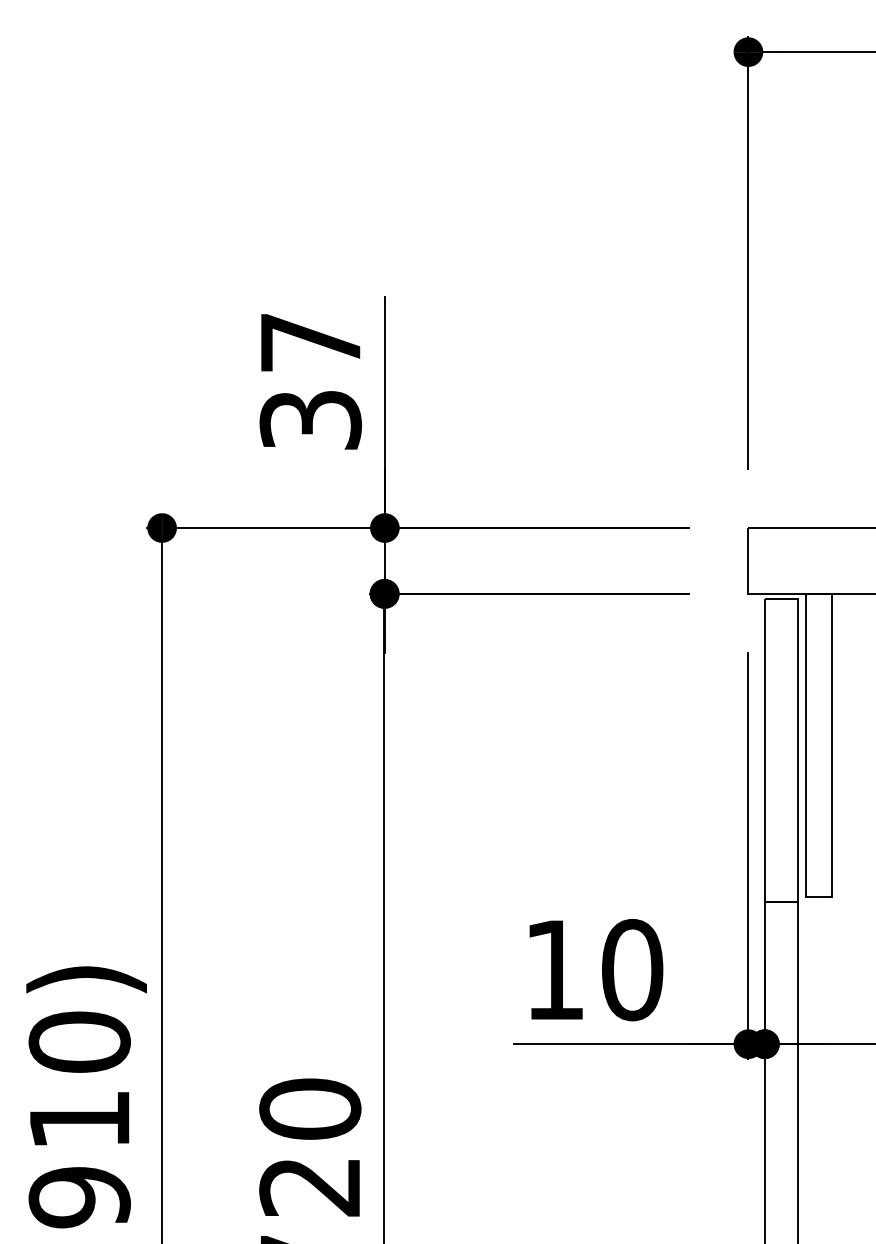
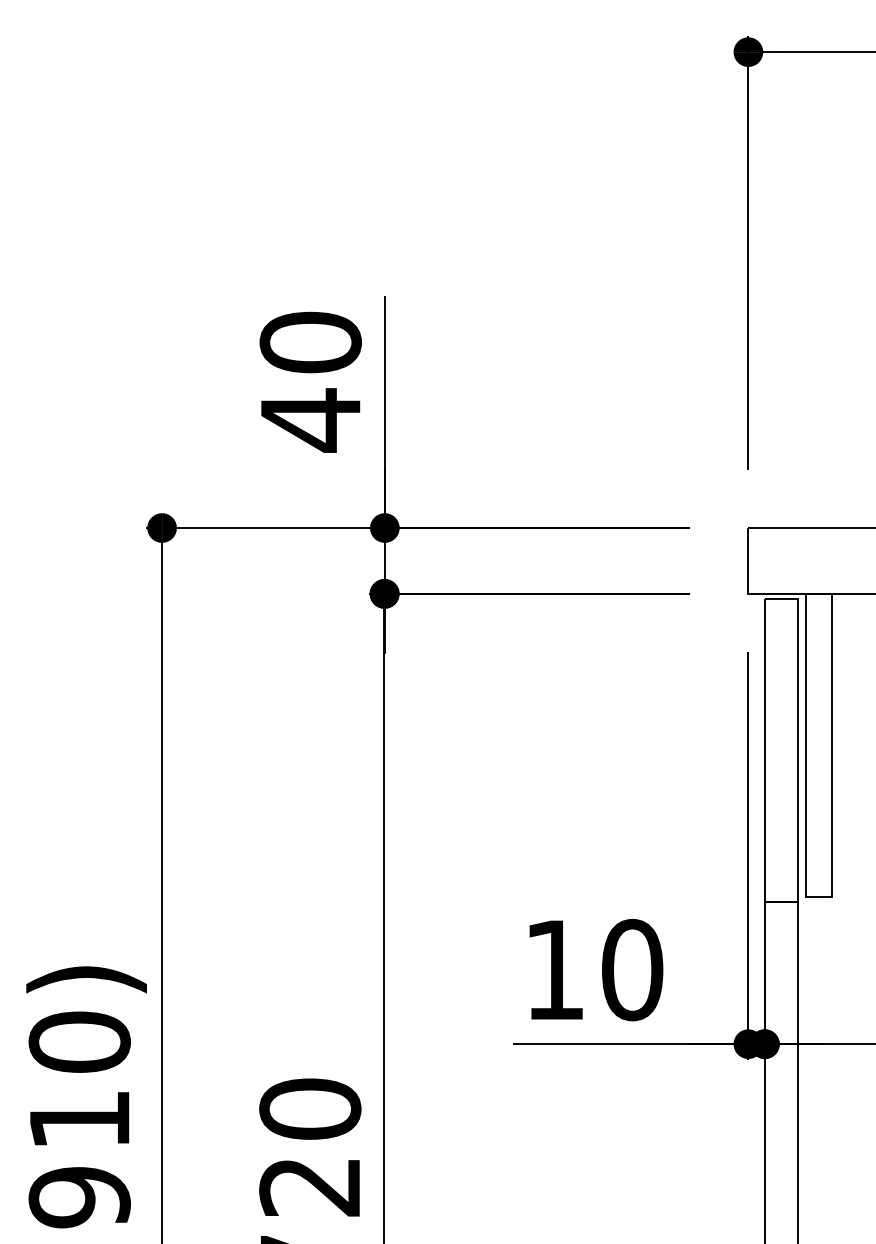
text at (310, 381): 37 -> 40
